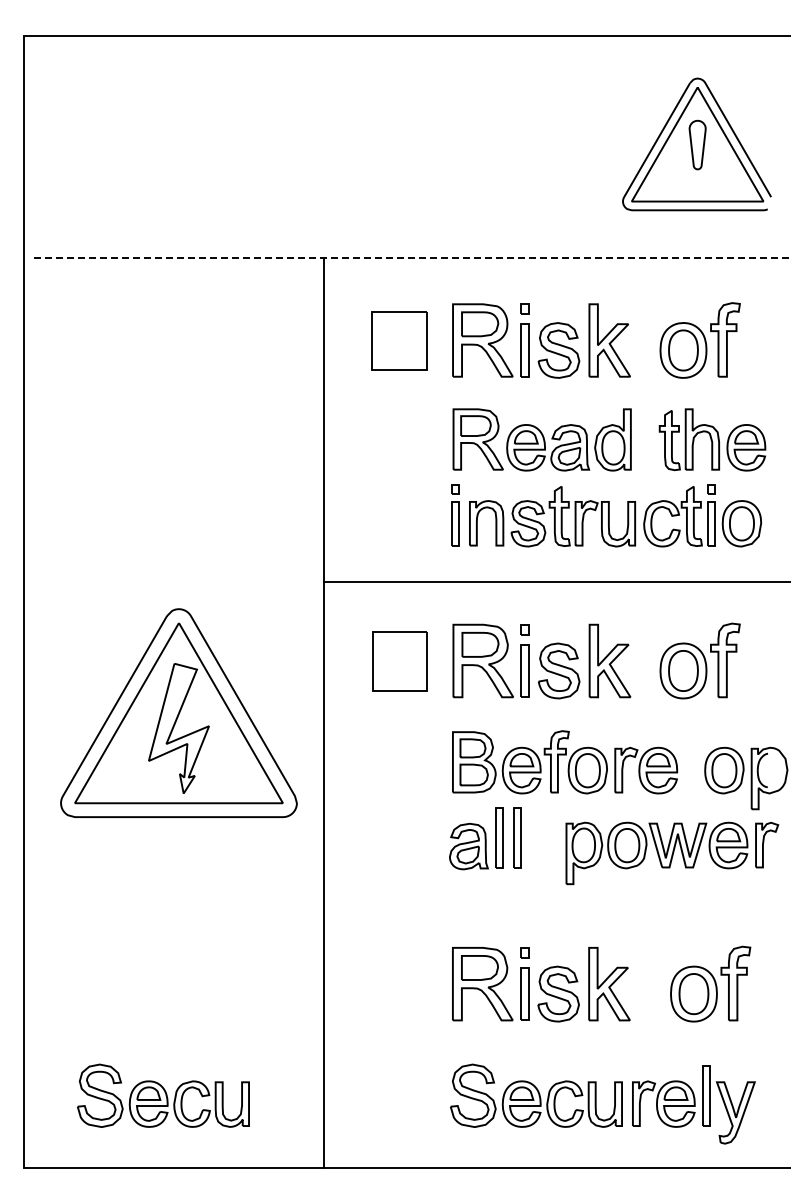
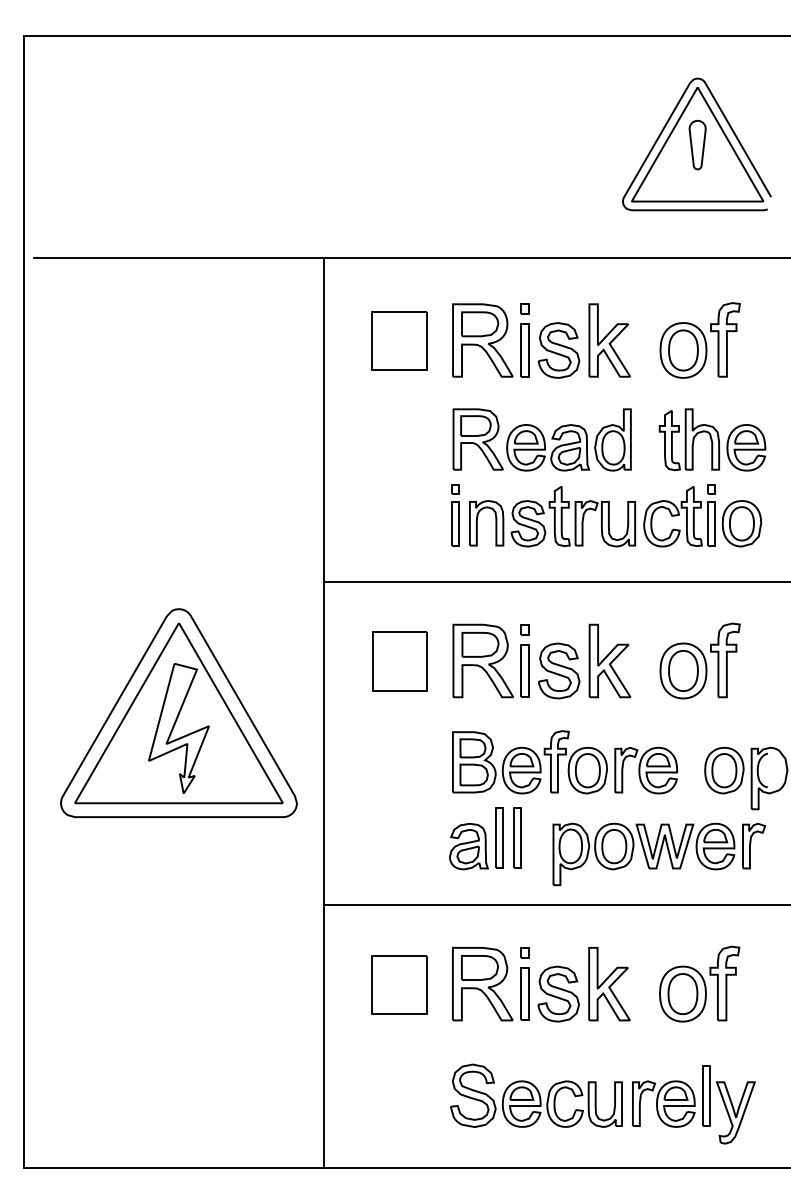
line at (412, 258): dashed -> solid
part at (672, 853) position: (672, 853) -> (659, 854)
line at (555, 904): none -> present
part at (710, 983) position: (710, 983) -> (699, 983)
part at (399, 984): none -> present
part at (163, 1095): present -> none
